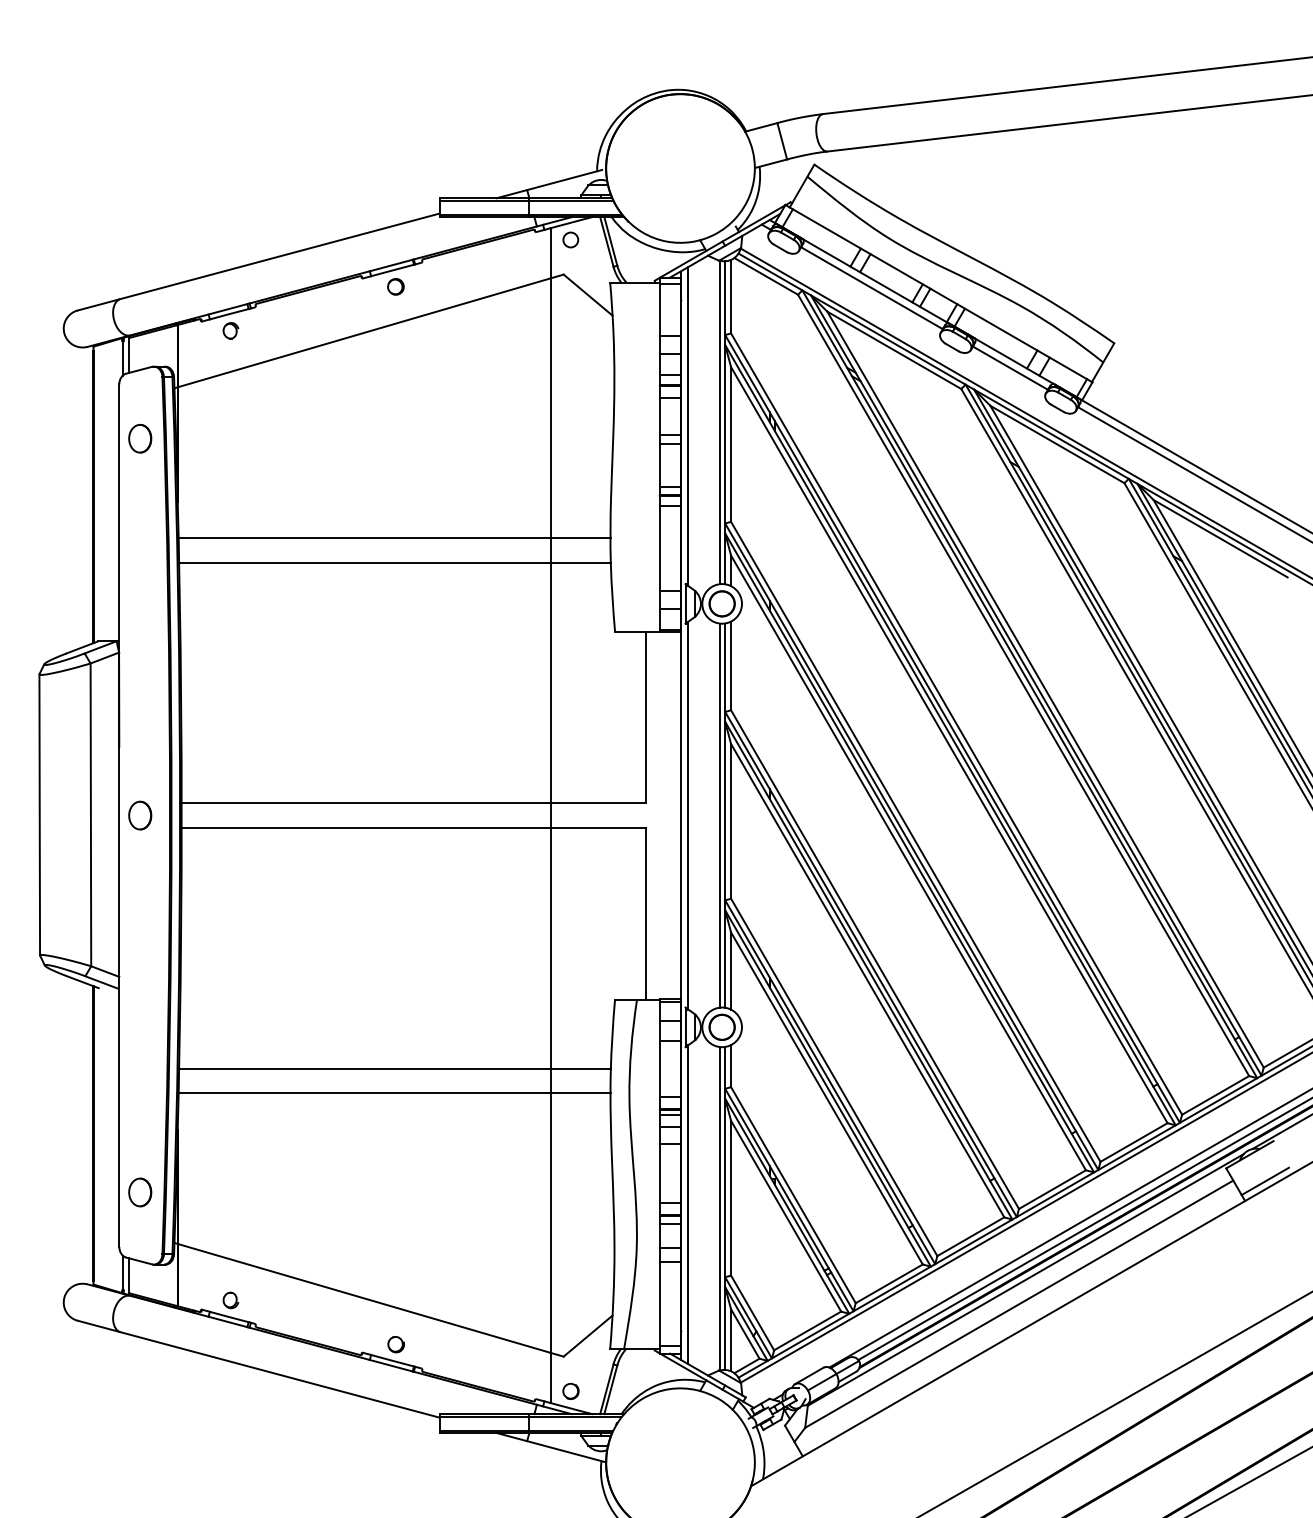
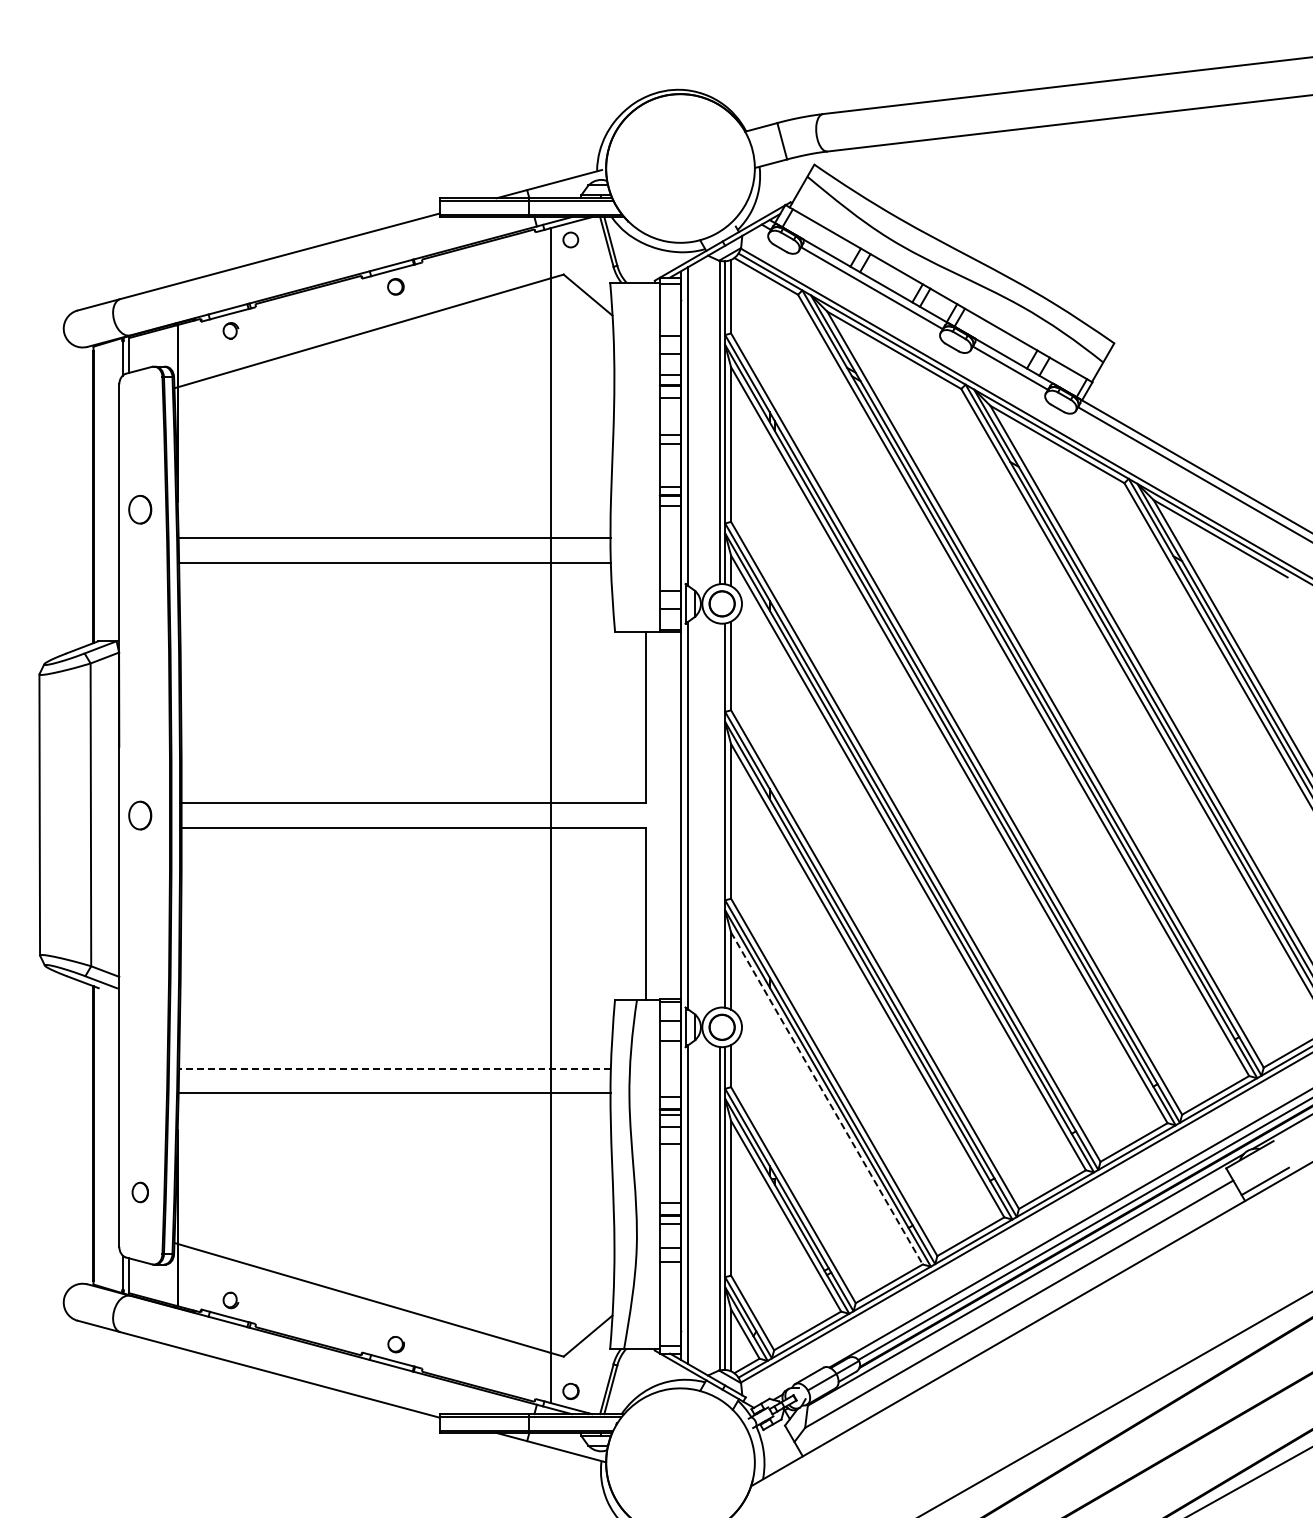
part at (140, 438) position: (140, 438) -> (140, 509)
line at (719, 815): present -> none
line at (395, 1068): solid -> dashed
line at (826, 1098): solid -> dashed
part at (140, 1192) size: 25x31 px -> 18x23 px
